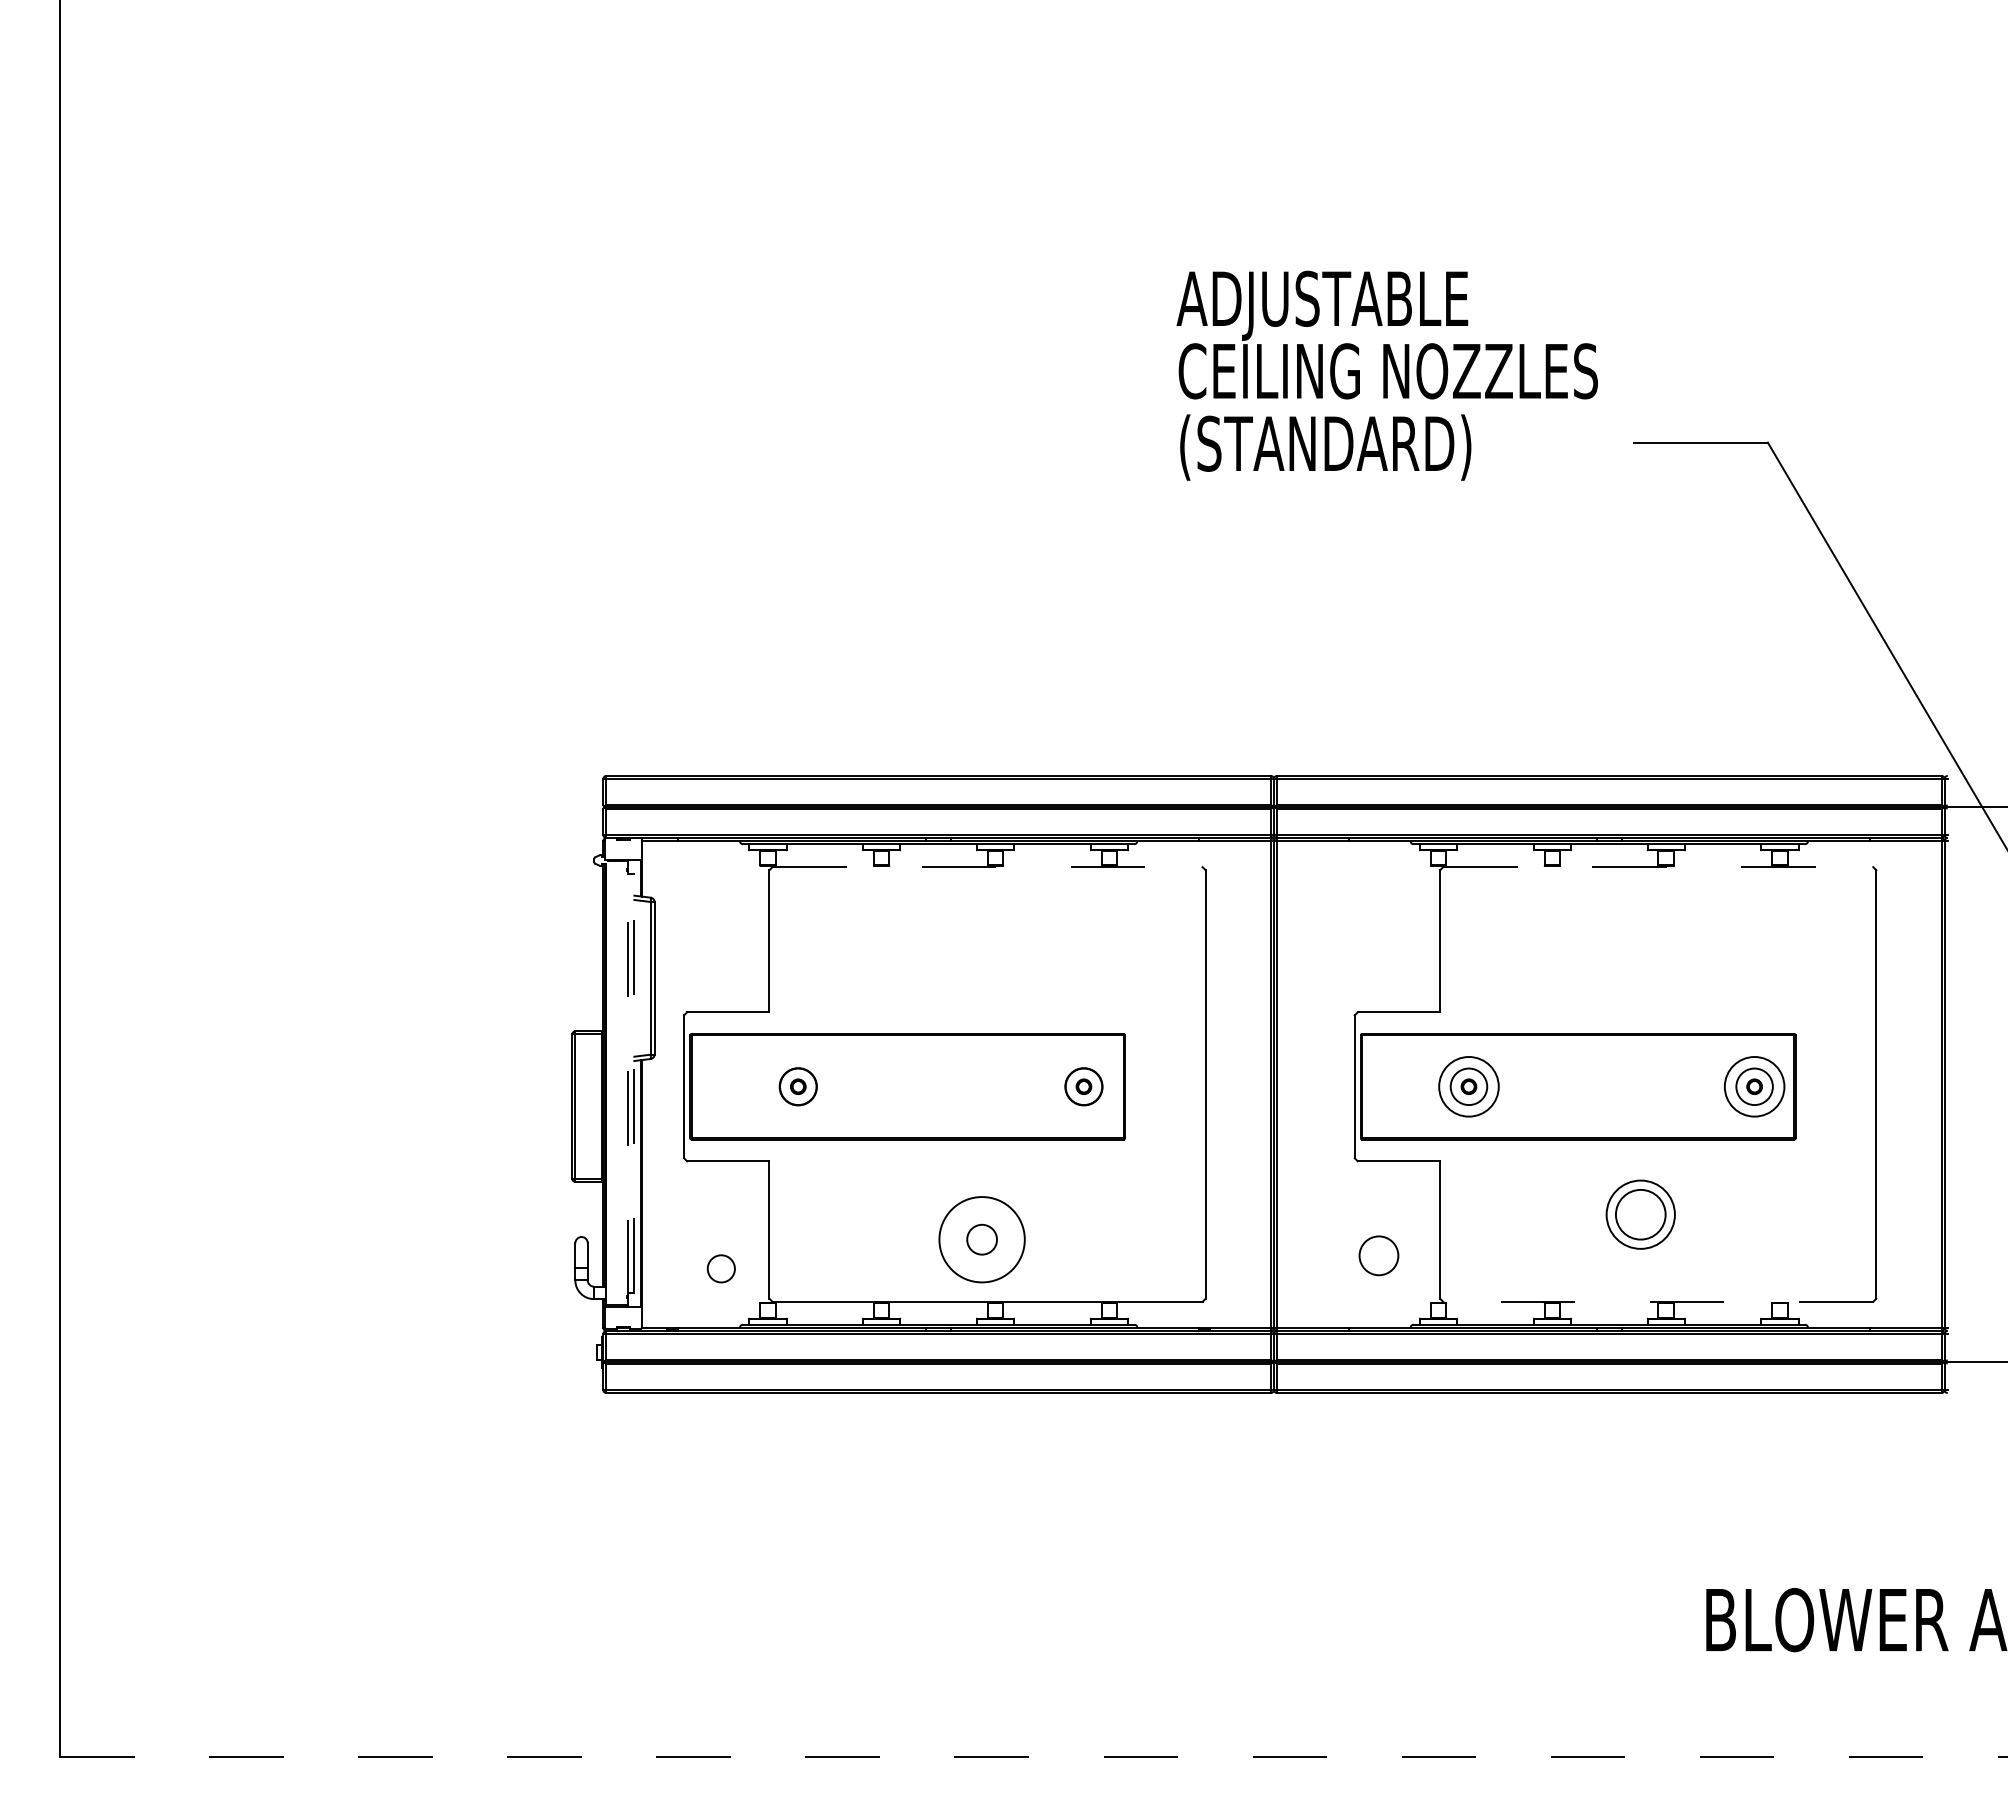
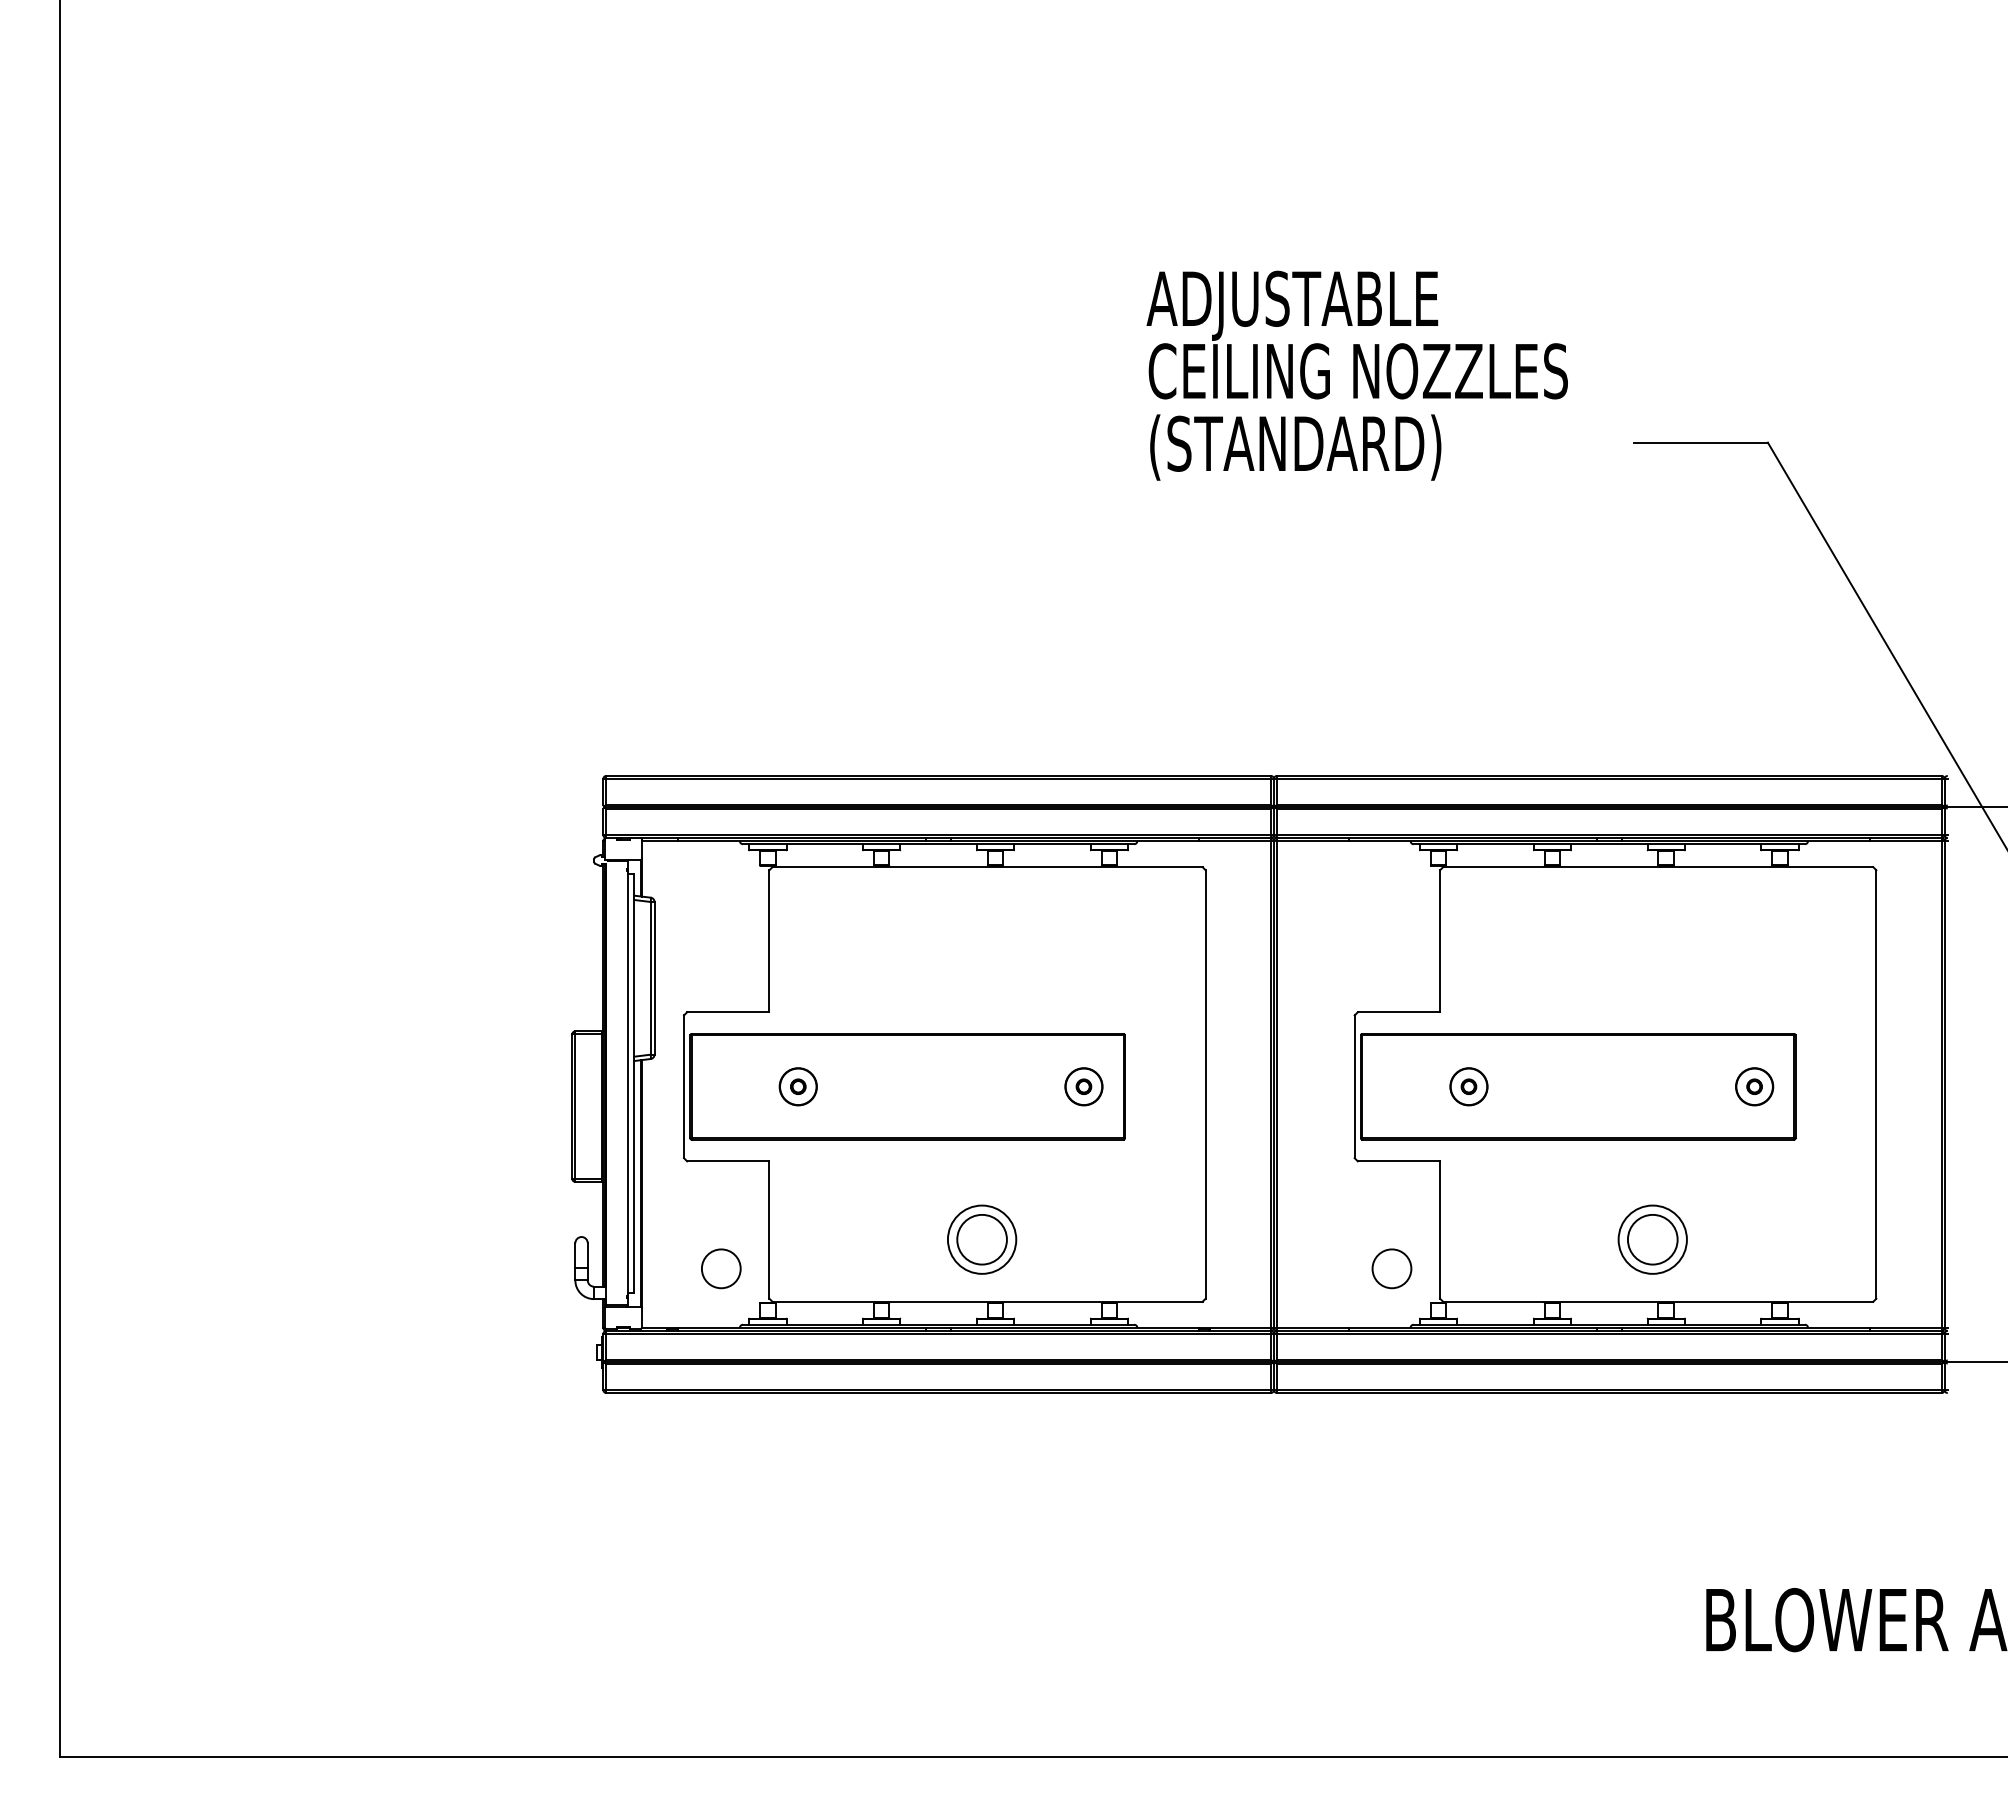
text at (1386, 375) position: (1386, 375) -> (1356, 375)
line at (988, 867): dashed -> solid
line at (1658, 867): dashed -> solid
line at (628, 1082): dashed -> solid
line at (634, 1083): dashed -> solid
circle at (1468, 1086) diameter: 60 px -> 37 px
circle at (1754, 1086) diameter: 60 px -> 37 px
part at (1640, 1214) position: (1640, 1214) -> (1652, 1239)
circle at (981, 1239) diameter: 85 px -> 68 px
circle at (982, 1239) diameter: 30 px -> 50 px
circle at (1378, 1255) position: (1378, 1255) -> (1391, 1268)
circle at (720, 1268) size: 30x30 px -> 41x42 px
line at (1657, 1301): dashed -> solid
line at (1034, 1756): dashed -> solid
